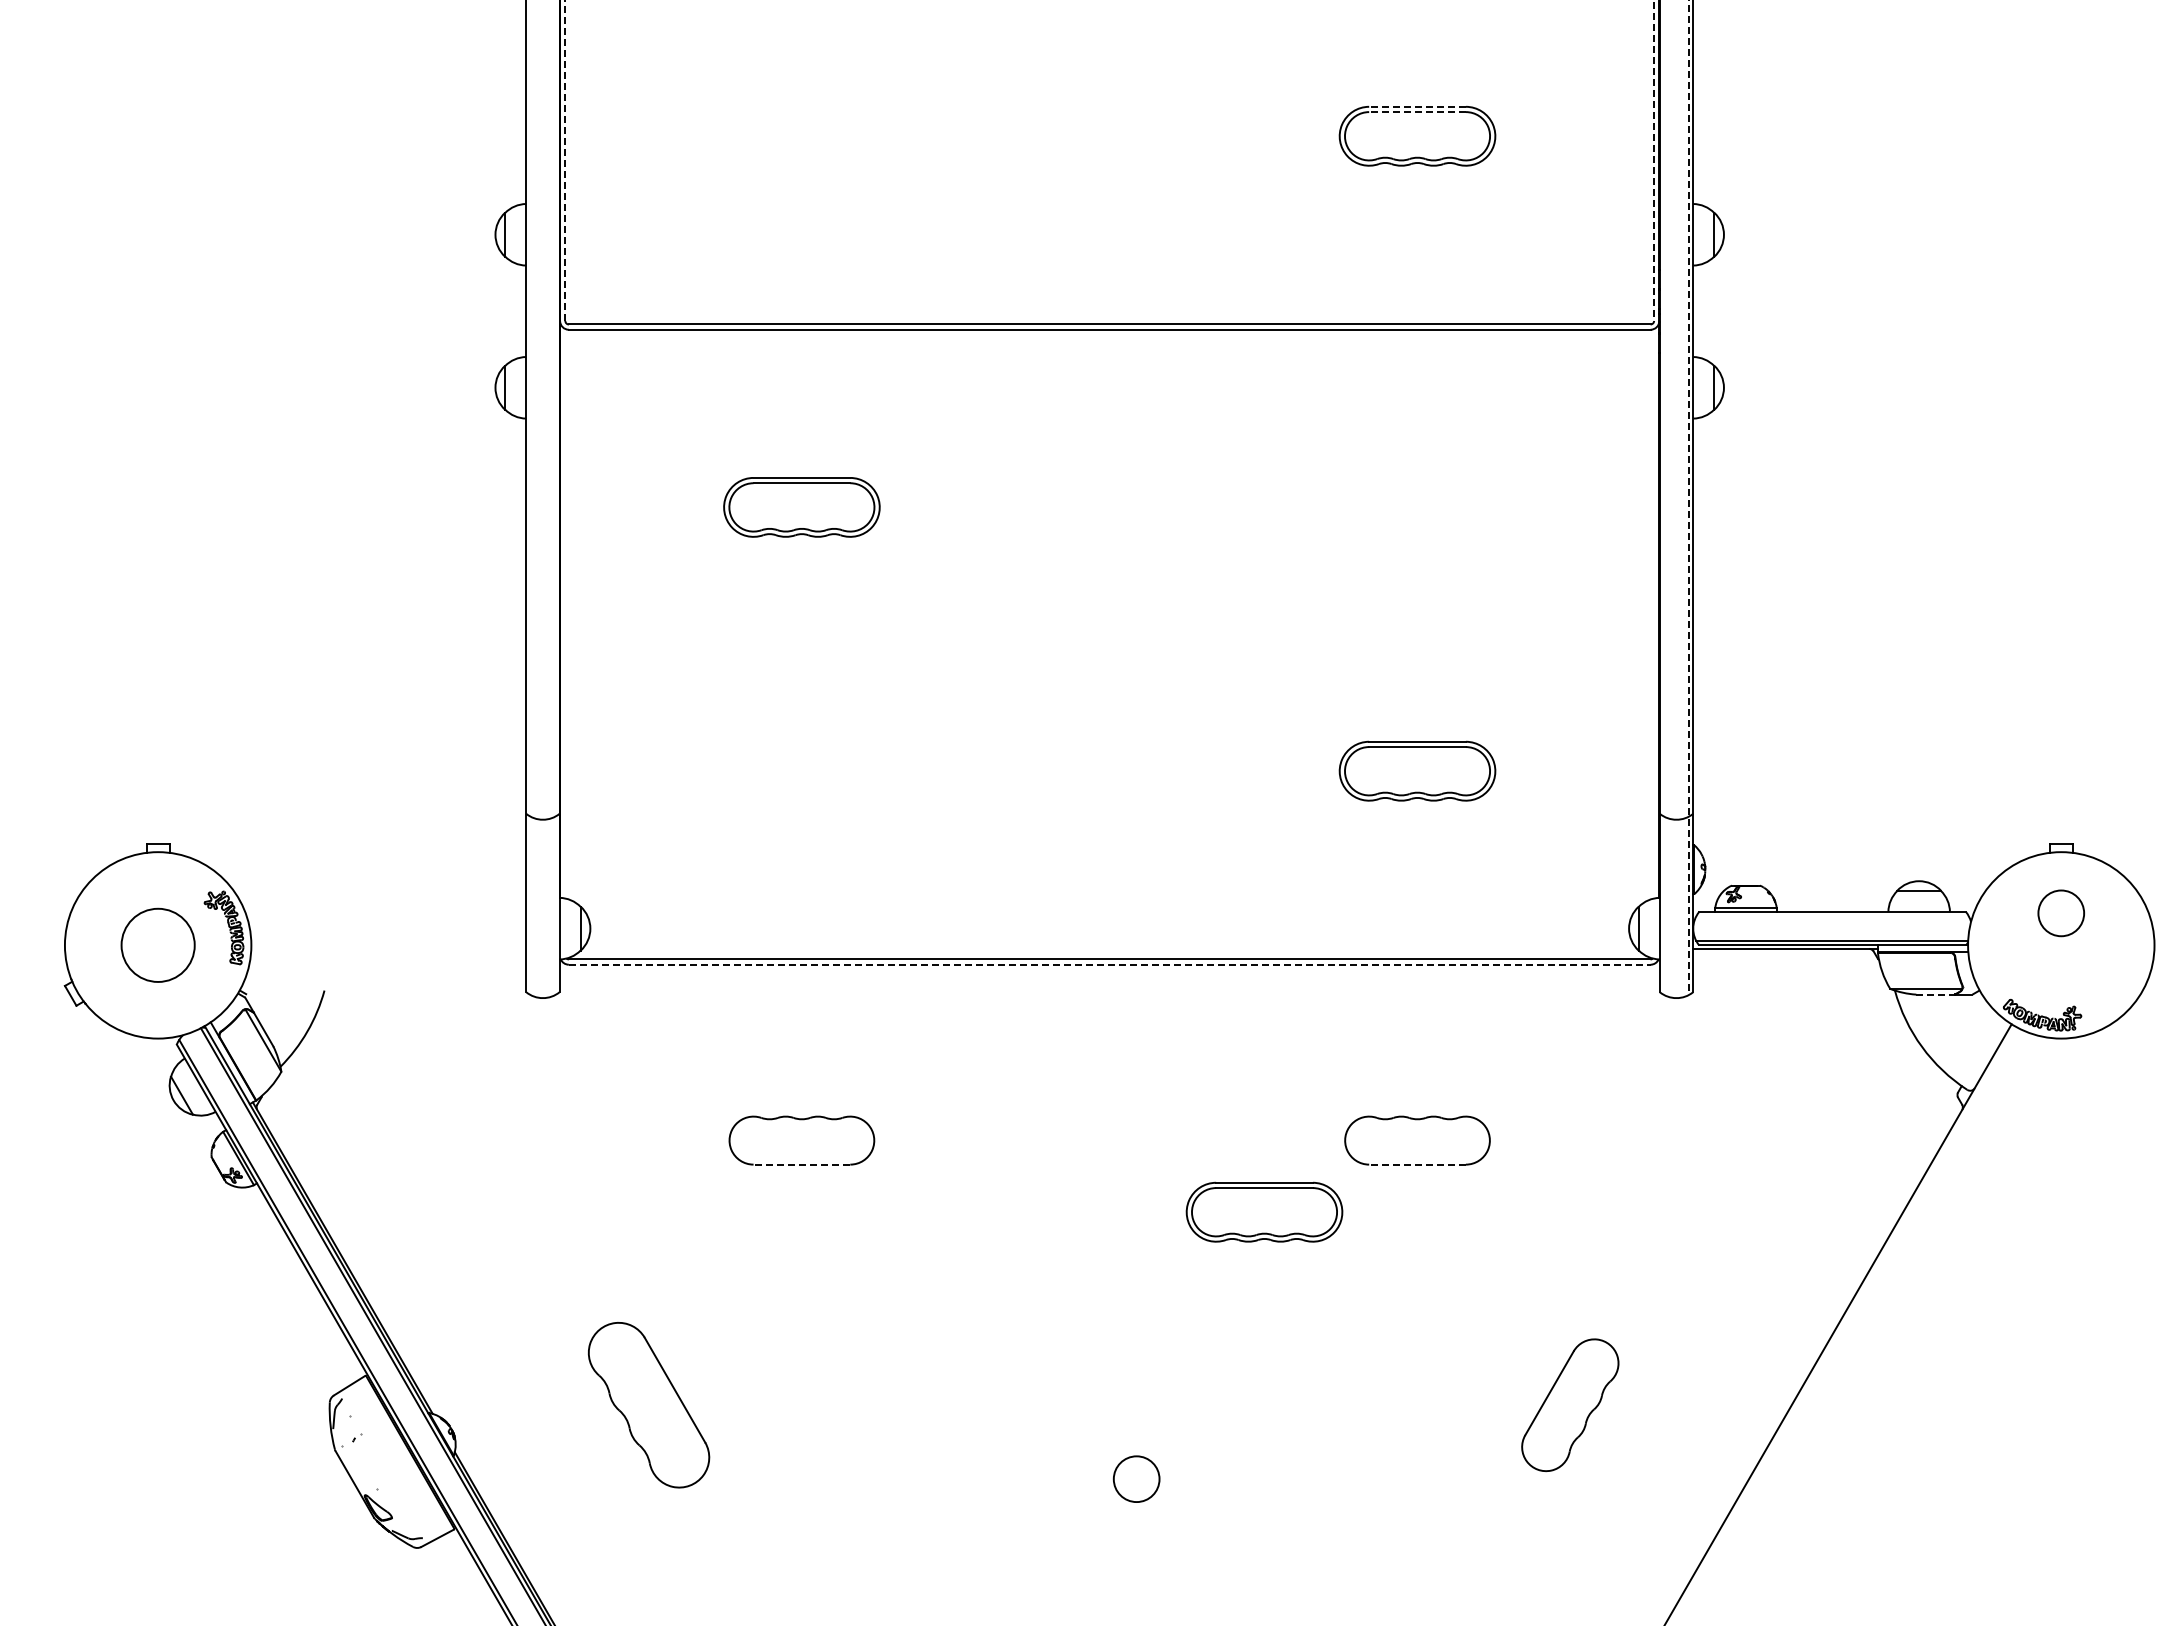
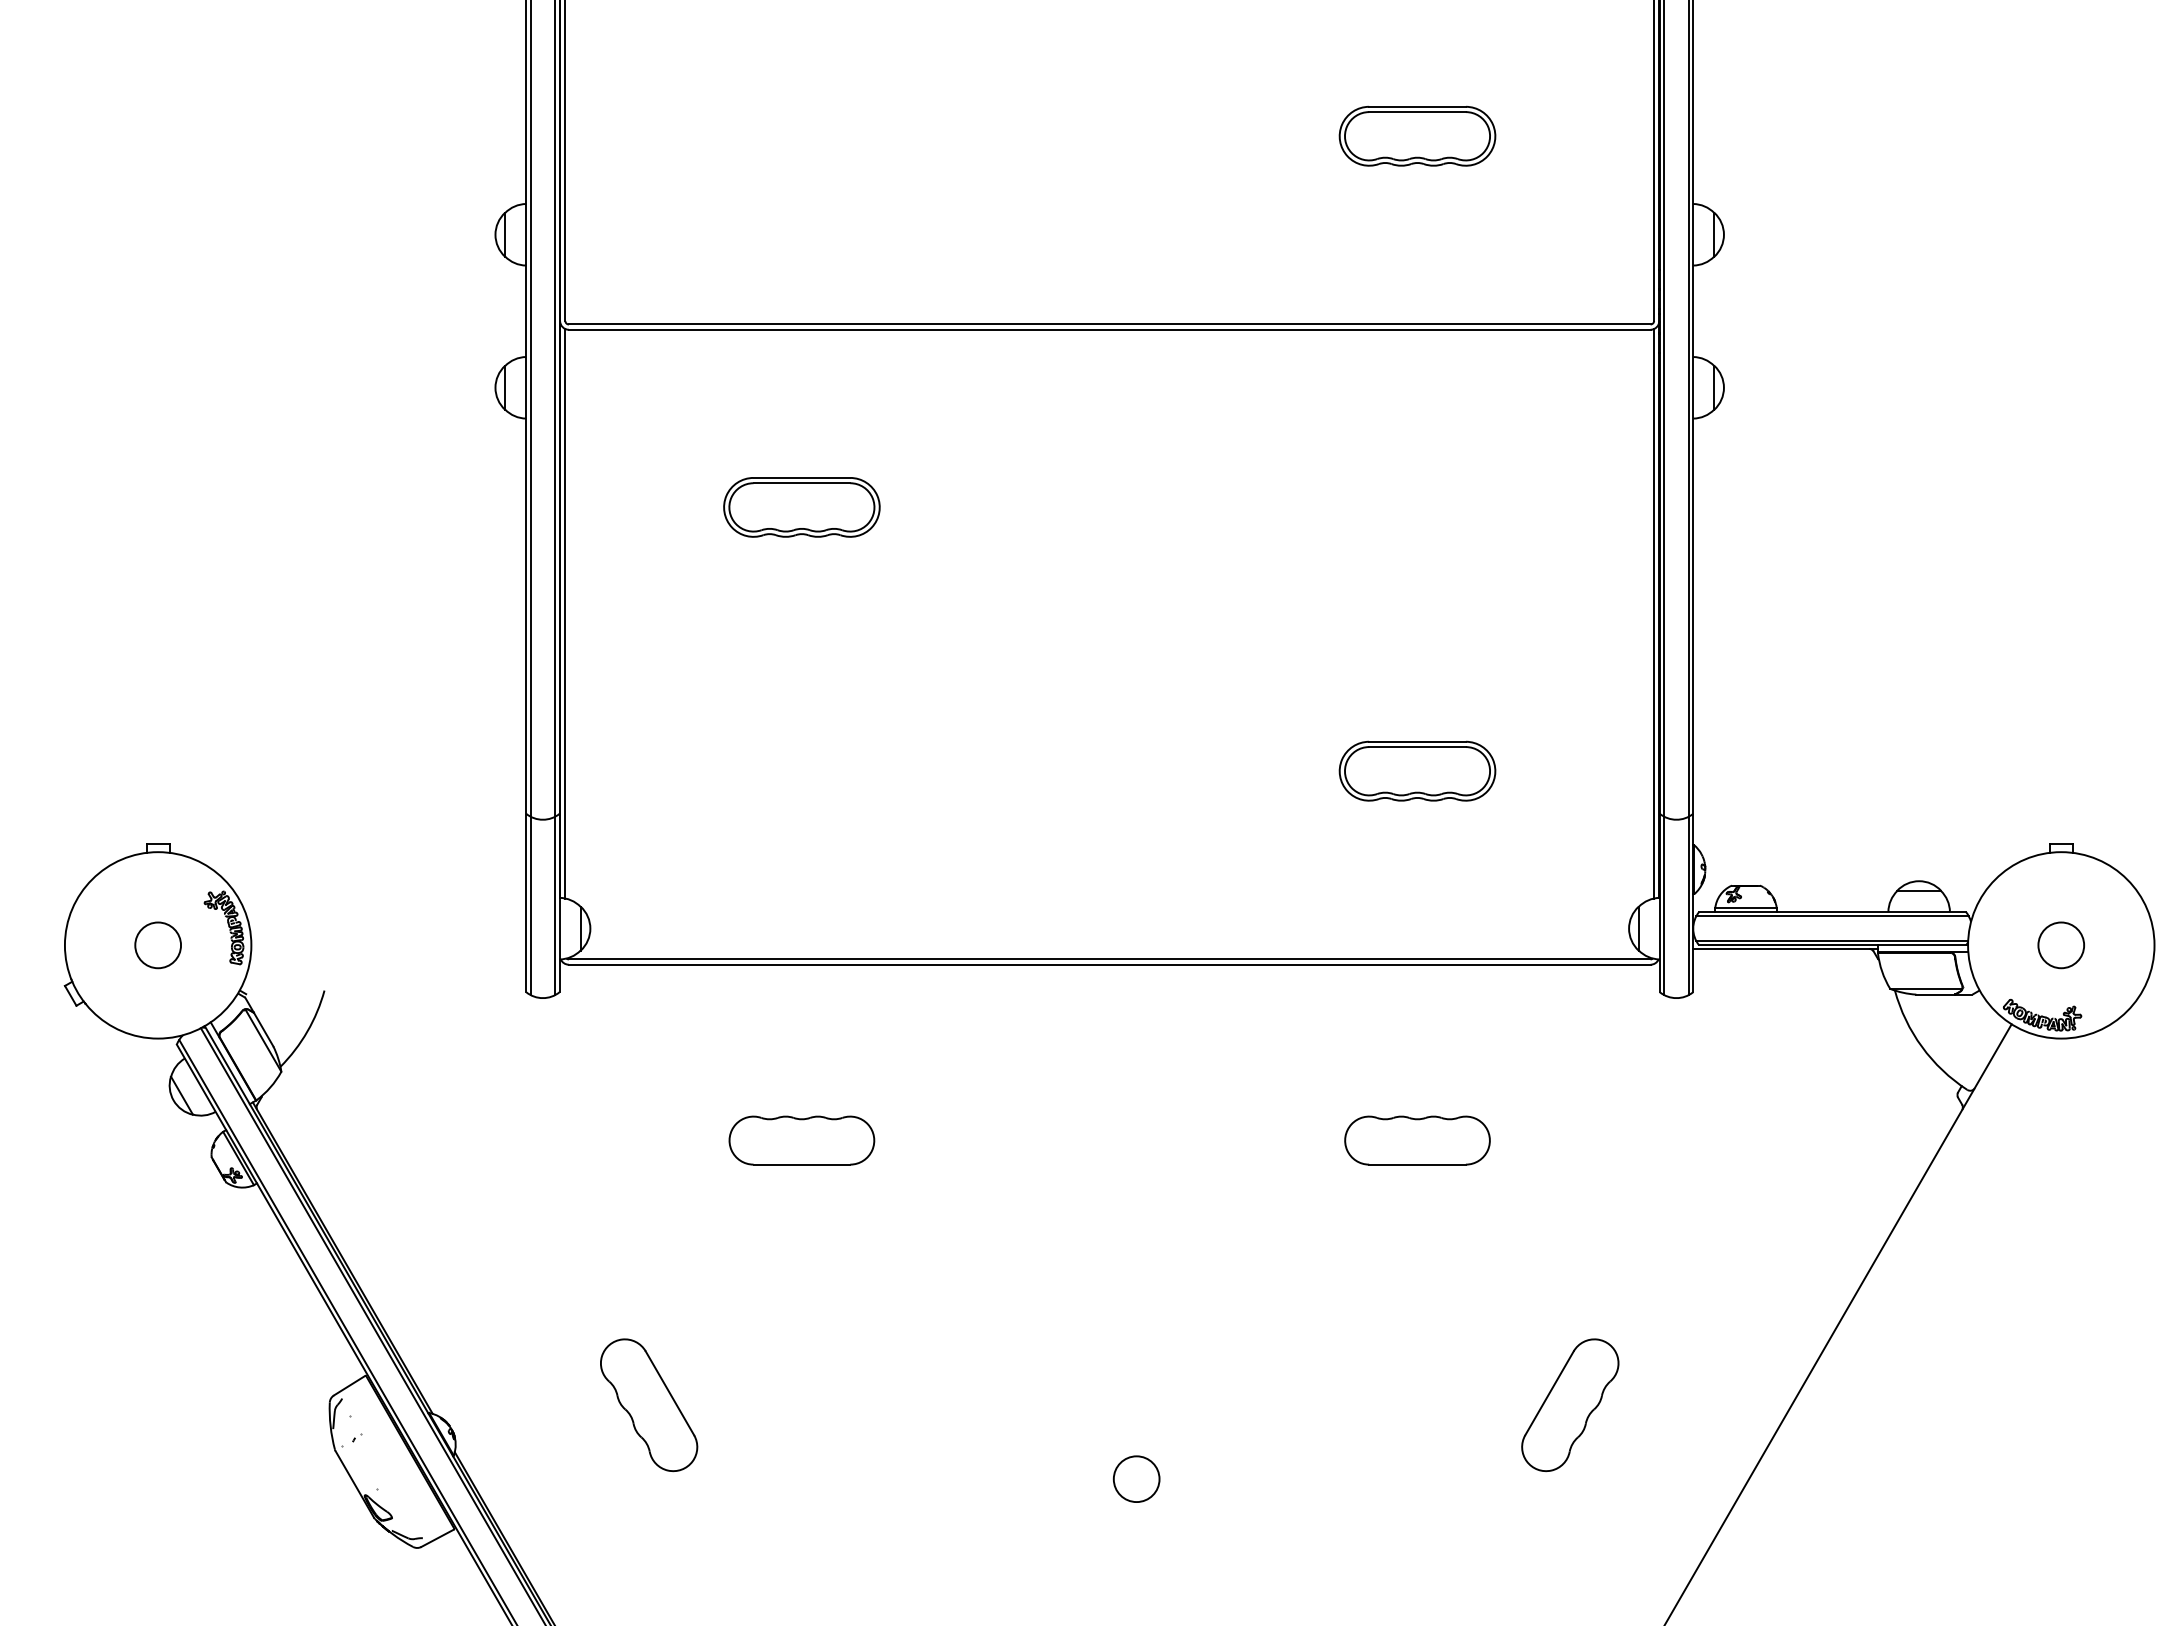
line at (1417, 106): dashed -> solid
line at (1417, 112): dashed -> solid
line at (565, 160): dashed -> solid
line at (1654, 161): dashed -> solid
line at (530, 498): none -> present
line at (555, 498): none -> present
line at (1664, 498): none -> present
line at (1688, 498): dashed -> solid
line at (565, 613): none -> present
line at (1654, 613): none -> present
circle at (2060, 913) position: (2060, 913) -> (2060, 945)
line at (1832, 916): none -> present
circle at (157, 944) diameter: 73 px -> 46 px
line at (1109, 964): dashed -> solid
line at (1936, 994): dashed -> solid
line at (801, 1164): dashed -> solid
line at (1417, 1164): dashed -> solid
part at (1264, 1211): present -> none
part at (648, 1405) size: 124x167 px -> 99x135 px
